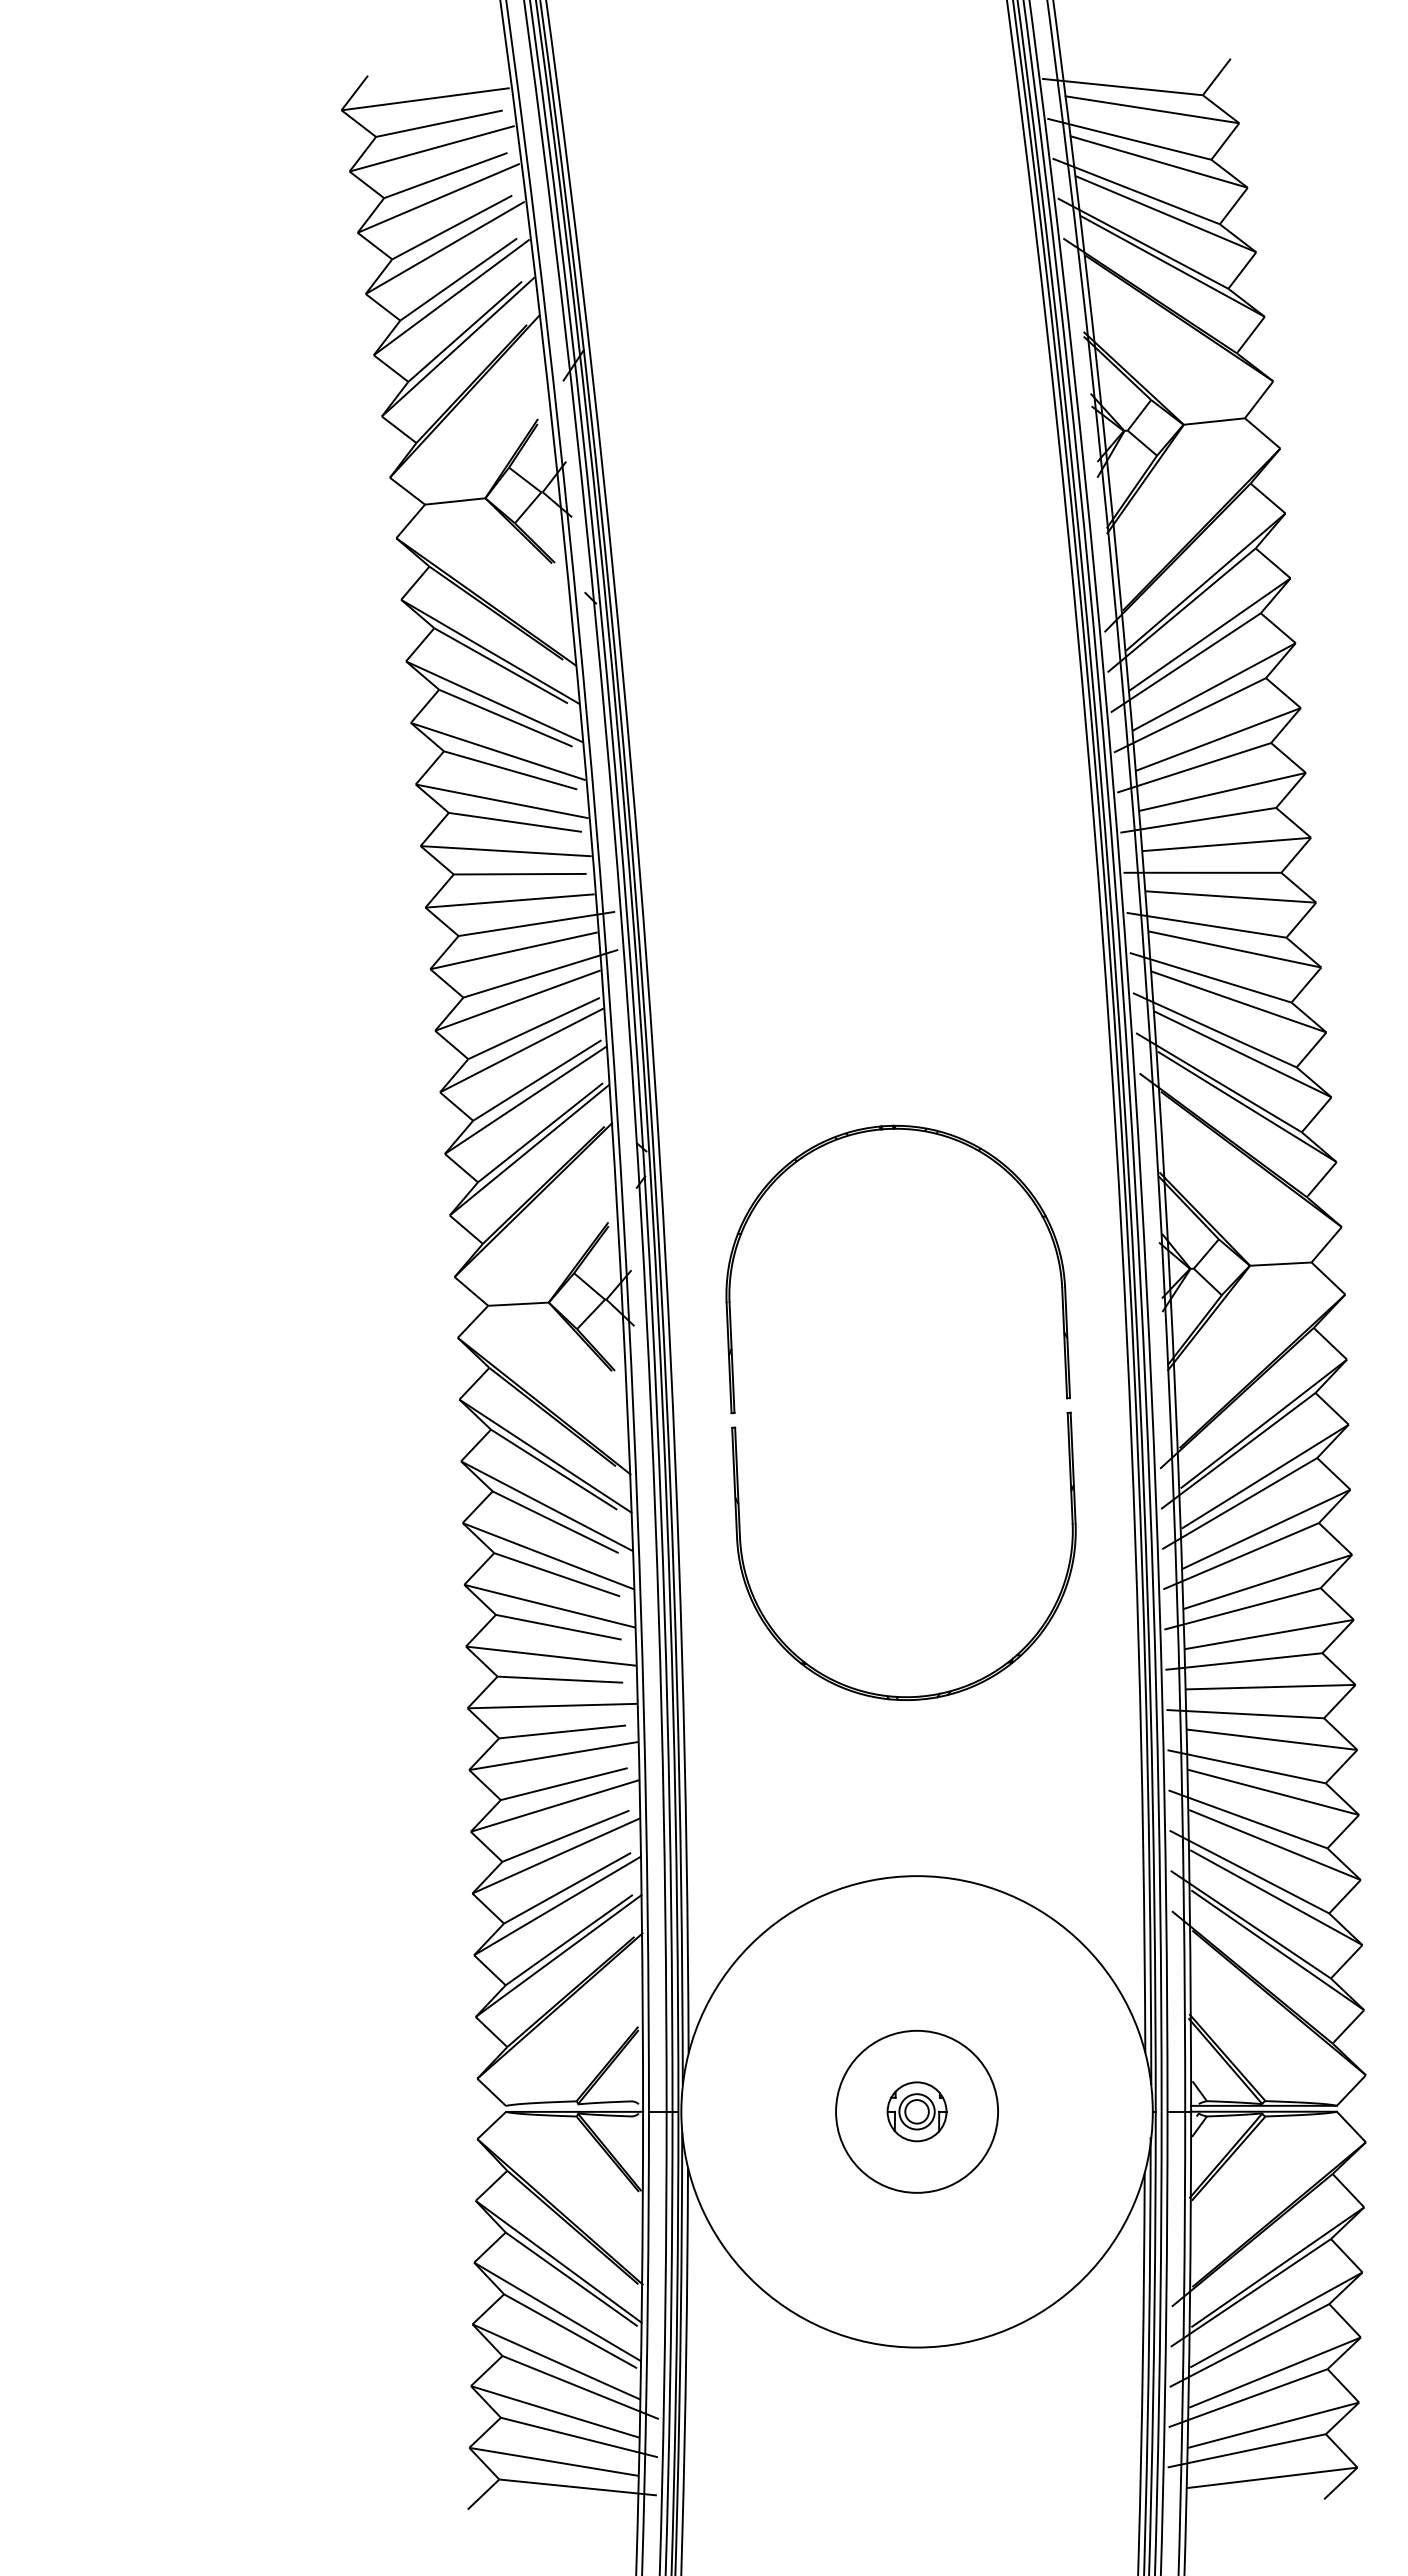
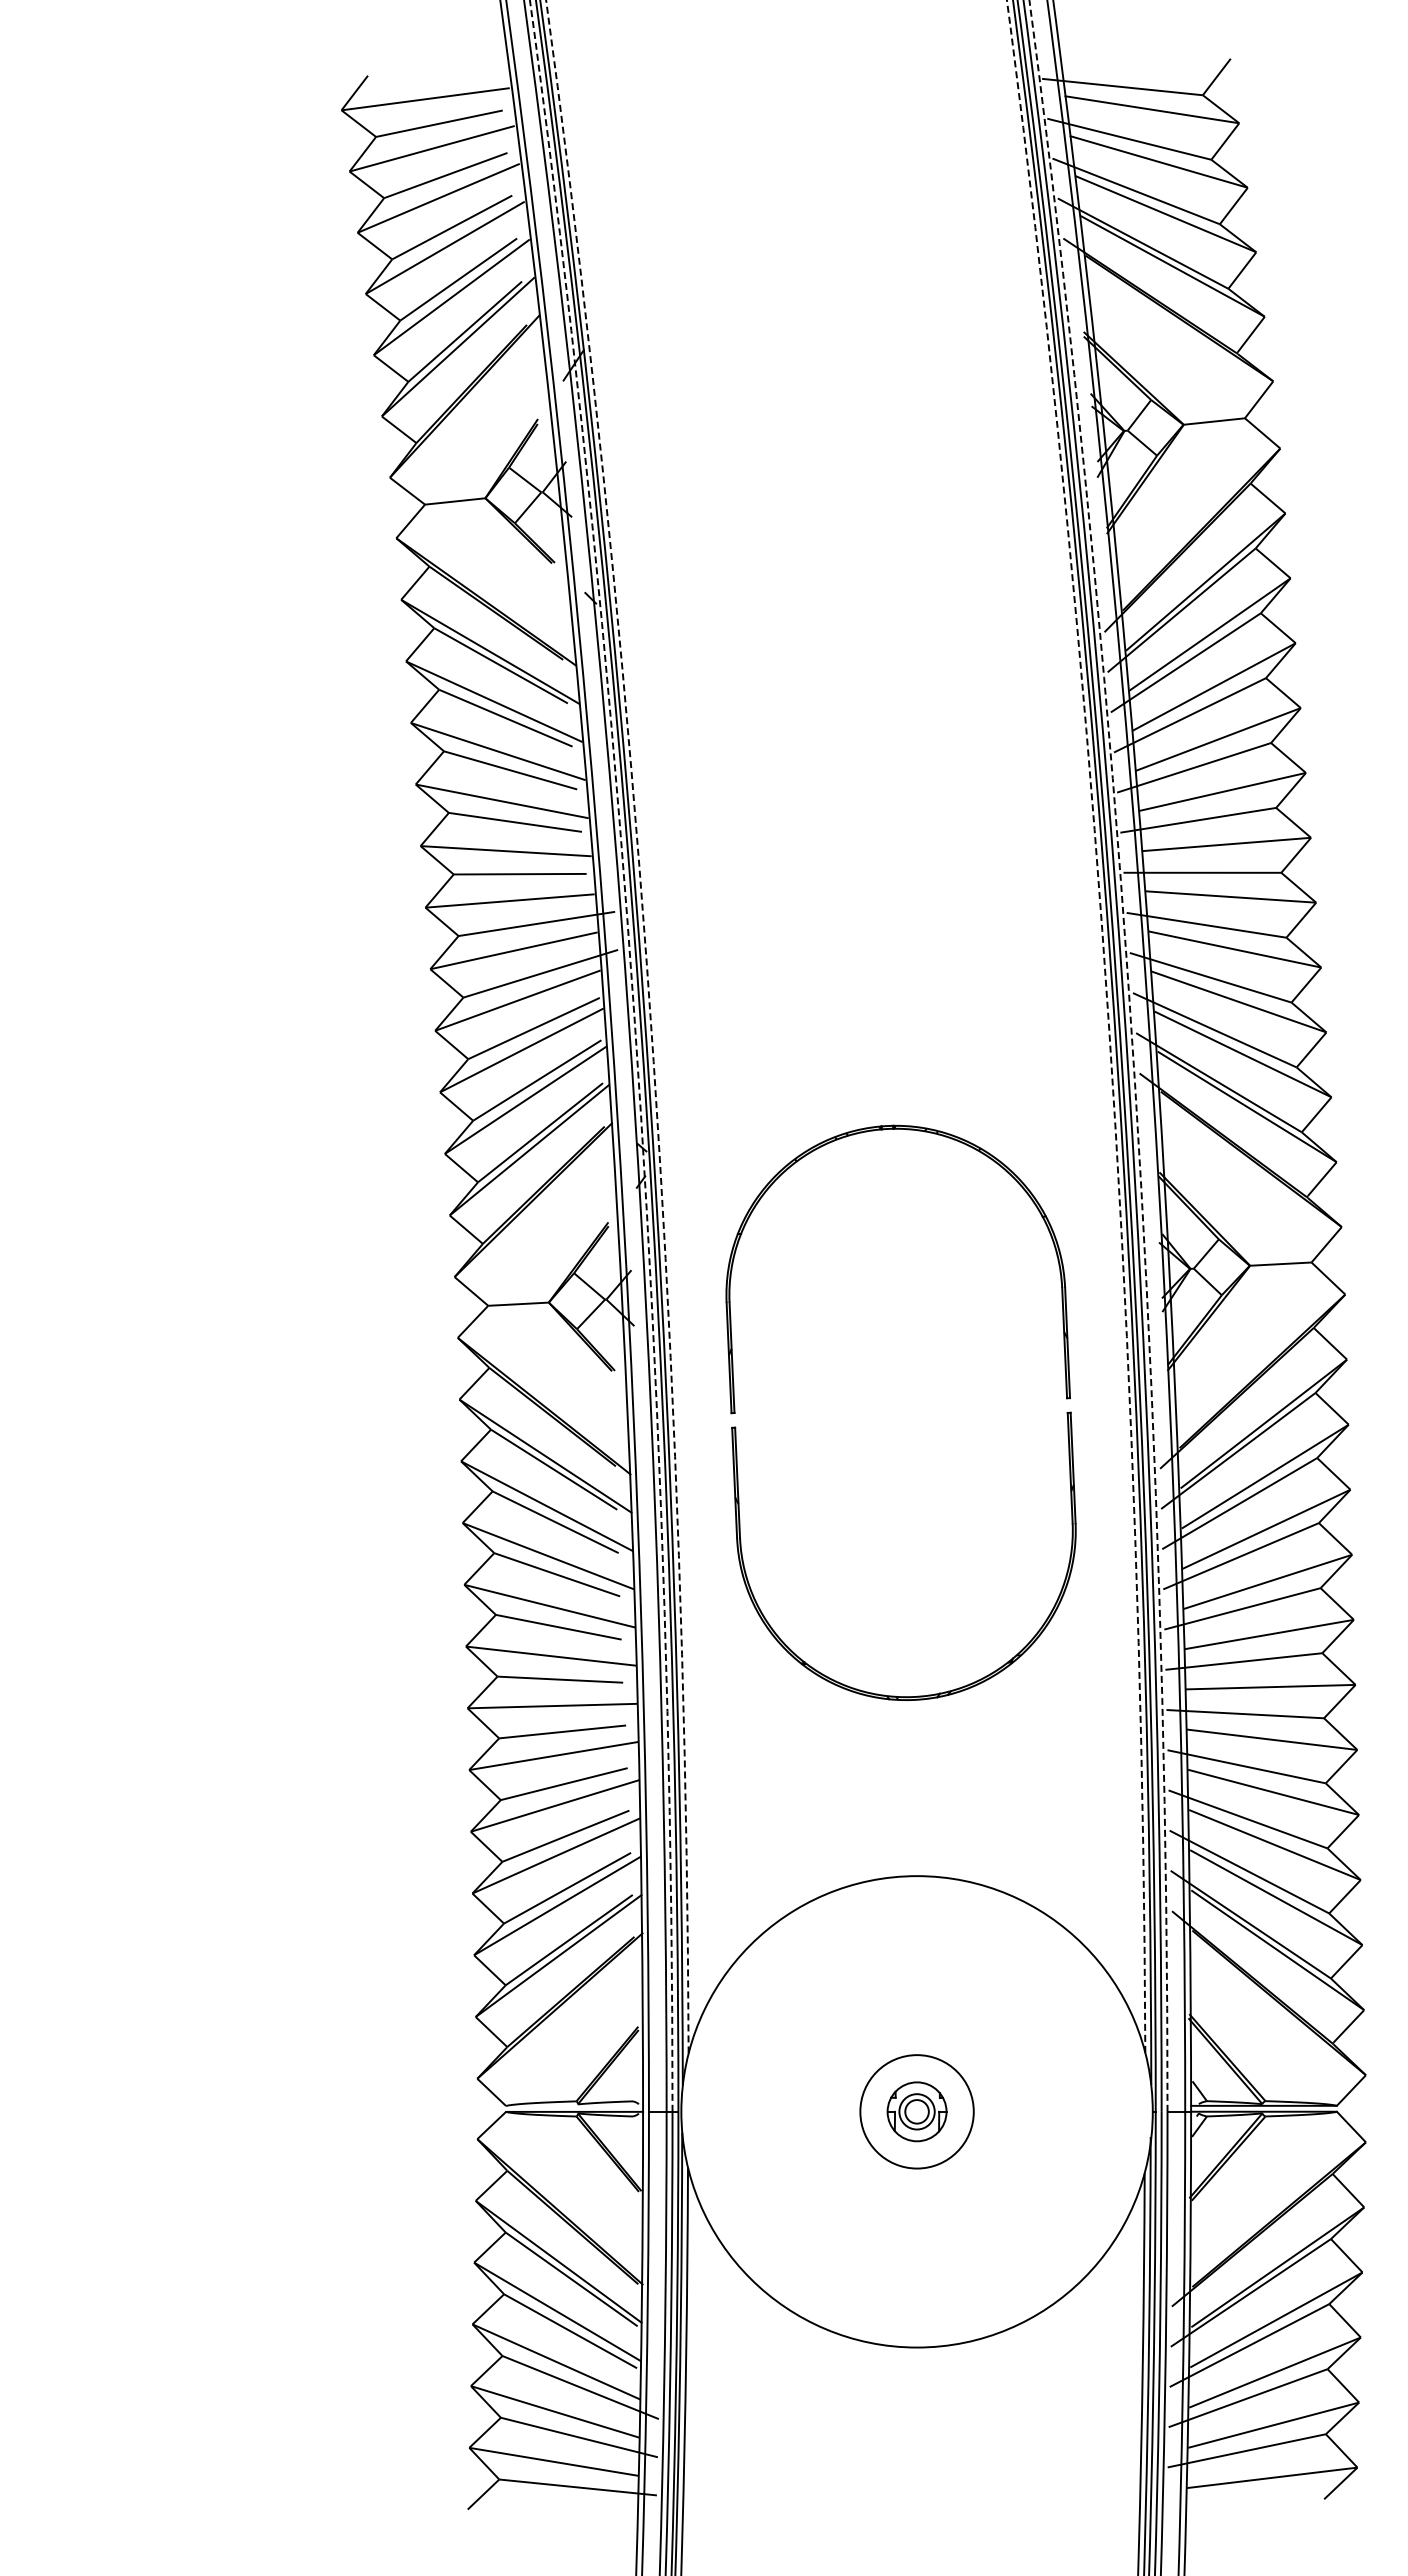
arc at (651, 1023): solid -> dashed
arc at (1108, 1023): solid -> dashed
arc at (636, 1053): solid -> dashed
arc at (1133, 1054): solid -> dashed
circle at (917, 2111) diameter: 162 px -> 113 px
